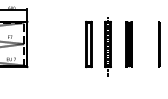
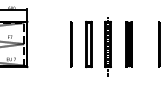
line at (71, 44): none -> present
